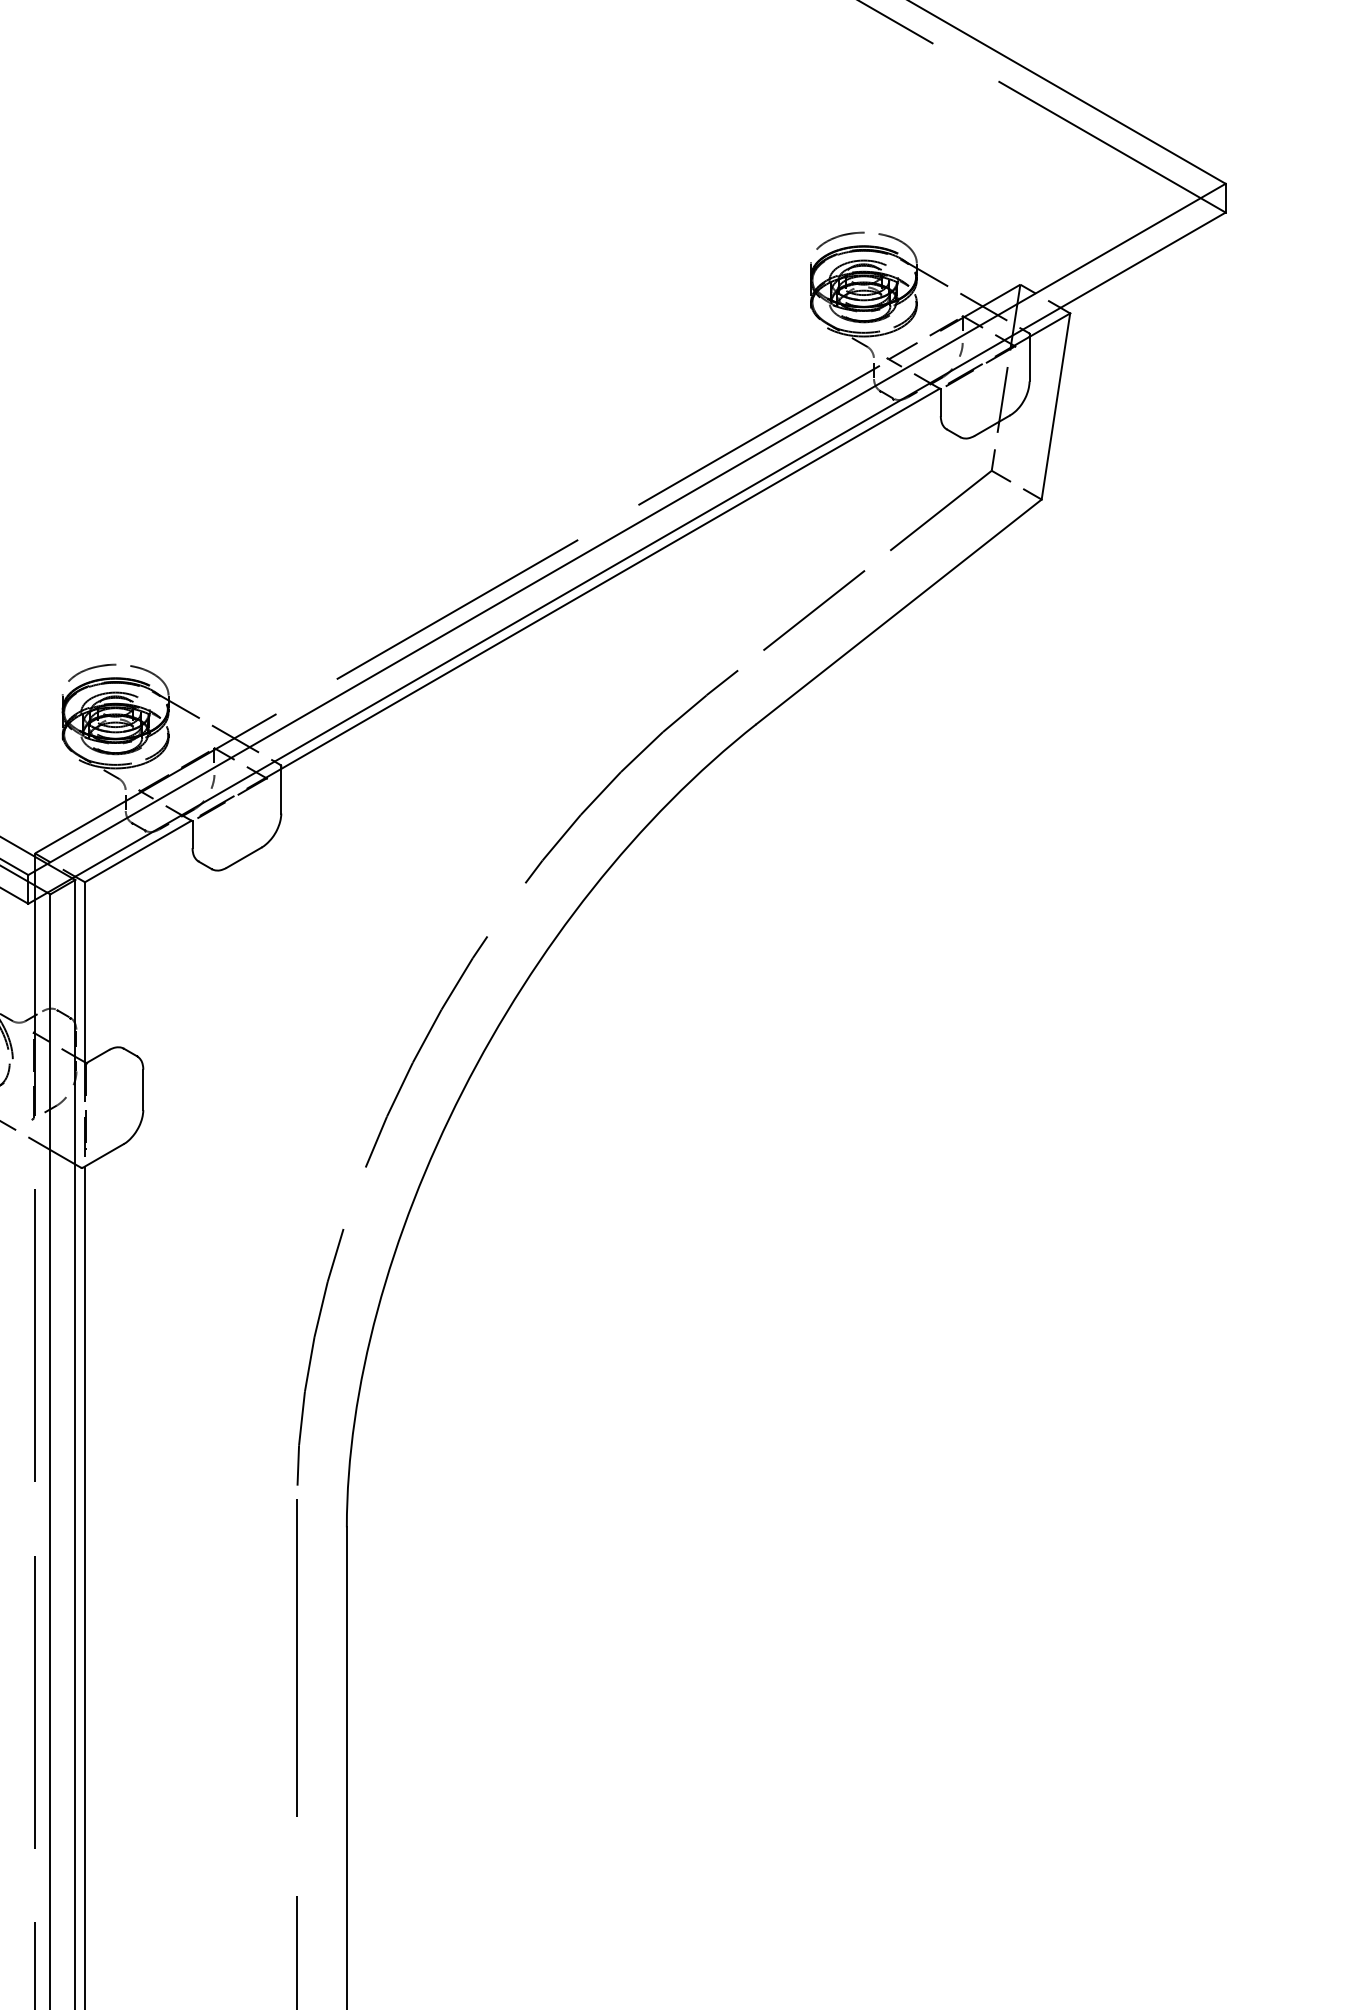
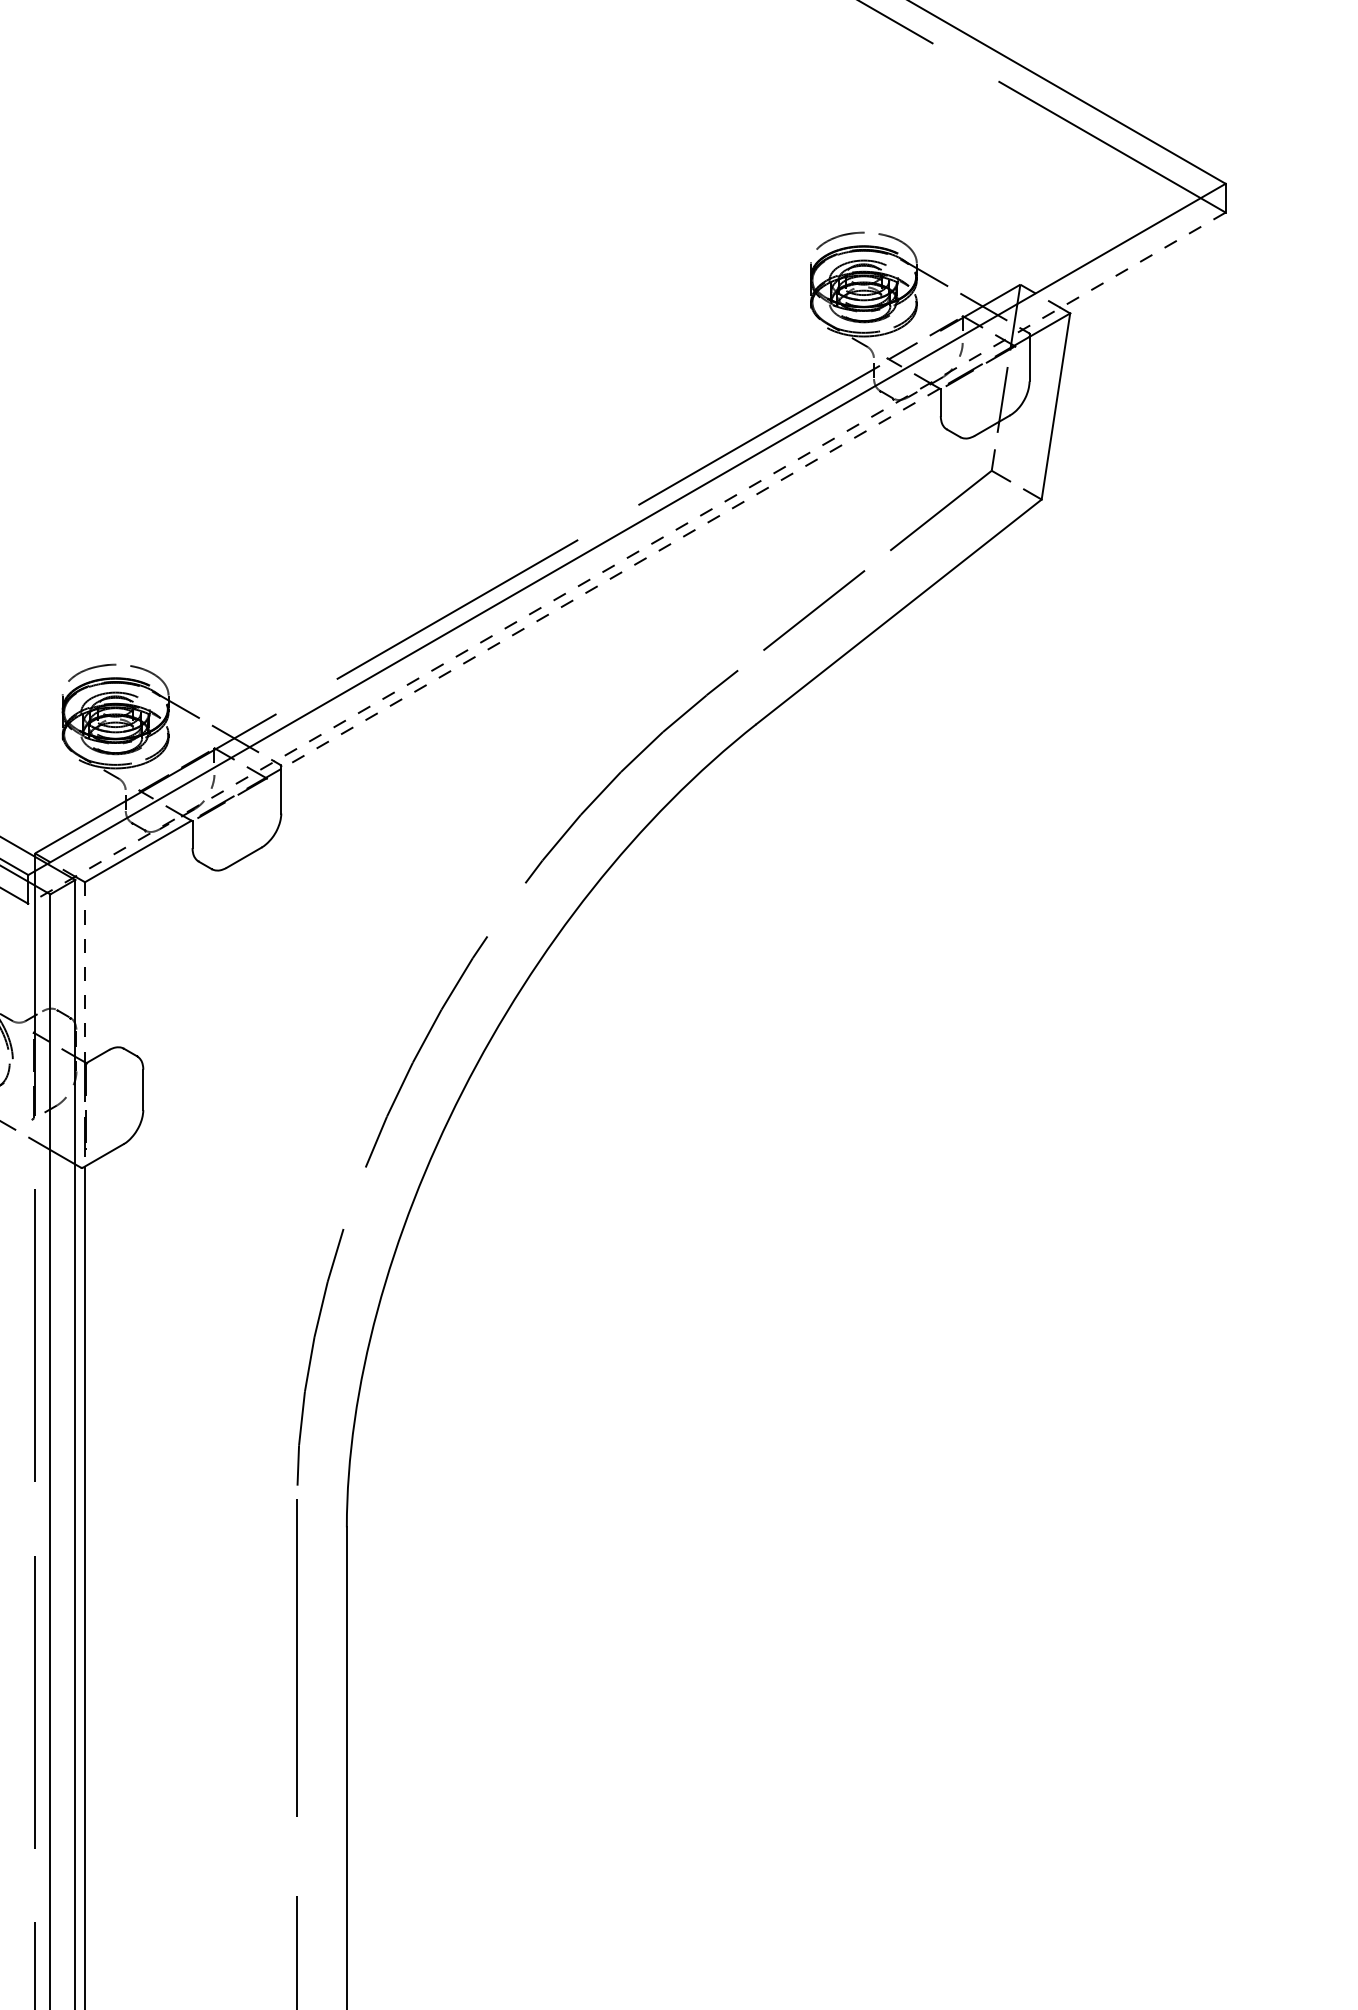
line at (626, 558): solid -> dashed
line at (610, 579): solid -> dashed
line at (85, 972): solid -> dashed
